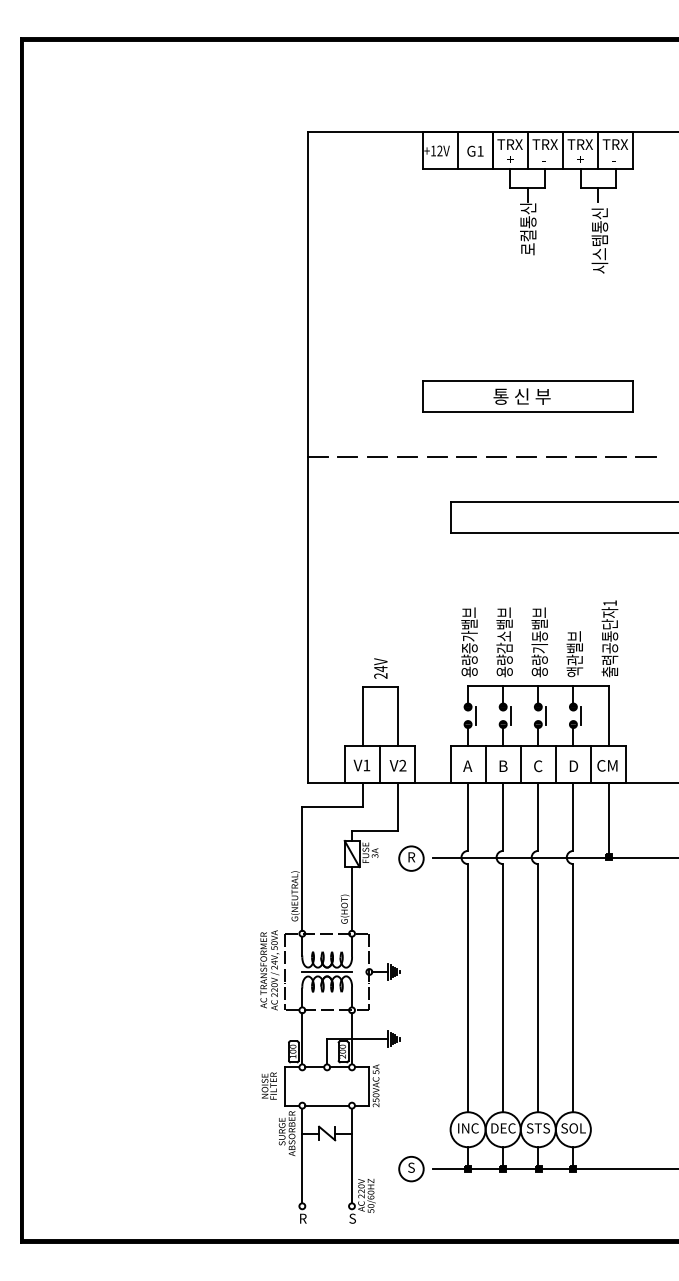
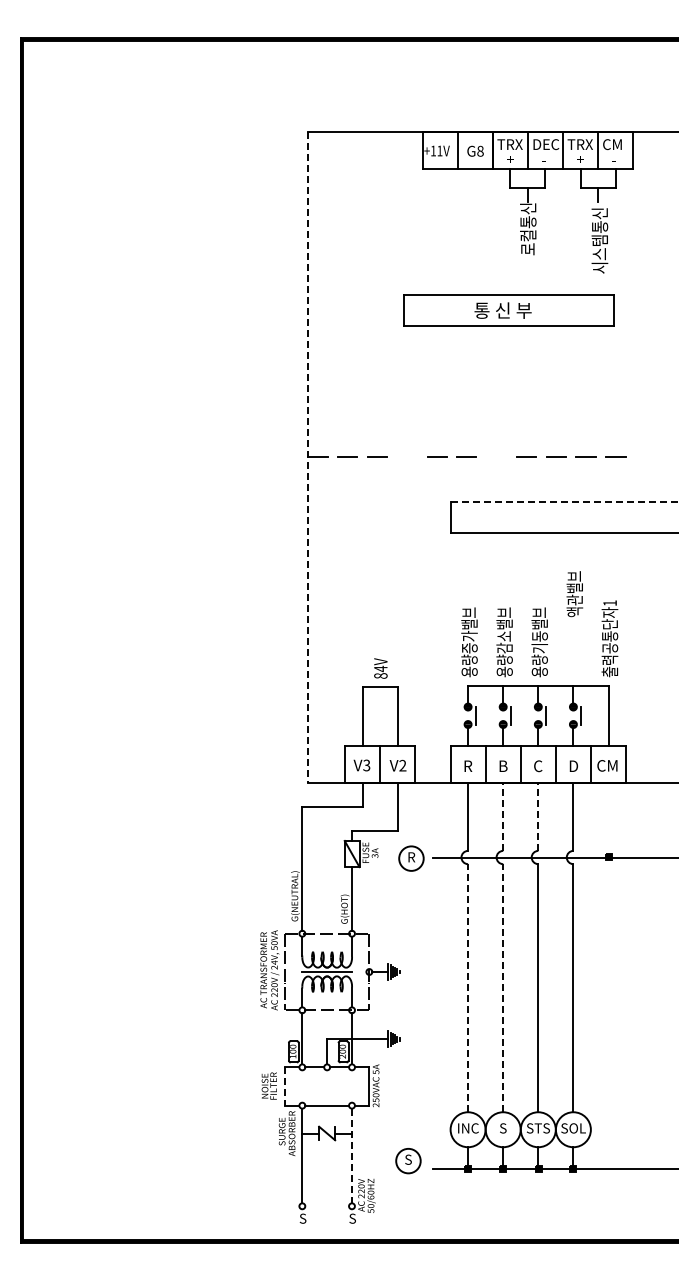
text at (545, 144): TRX -> DEC
text at (614, 144): TRX -> CM
text at (439, 150): +12V -> +11V
text at (480, 150): G1 -> G8
part at (527, 396) position: (527, 396) -> (508, 310)
line at (407, 456): present -> none
line at (496, 456): present -> none
line at (645, 456): present -> none
line at (308, 457): solid -> dashed
line at (564, 501): solid -> dashed
text at (574, 654) position: (574, 654) -> (574, 594)
text at (380, 675): 24V -> 84V
text at (366, 765): V1 -> V3
text at (467, 765): A -> R
line at (503, 817): solid -> dashed
line at (538, 817): solid -> dashed
line at (608, 820): present -> none
line at (468, 987): solid -> dashed
line at (503, 987): solid -> dashed
line at (284, 1087): solid -> dashed
text at (503, 1128): DEC -> S
line at (351, 1156): solid -> dashed
part at (411, 1169) position: (411, 1169) -> (408, 1161)
text at (302, 1218): R -> S
